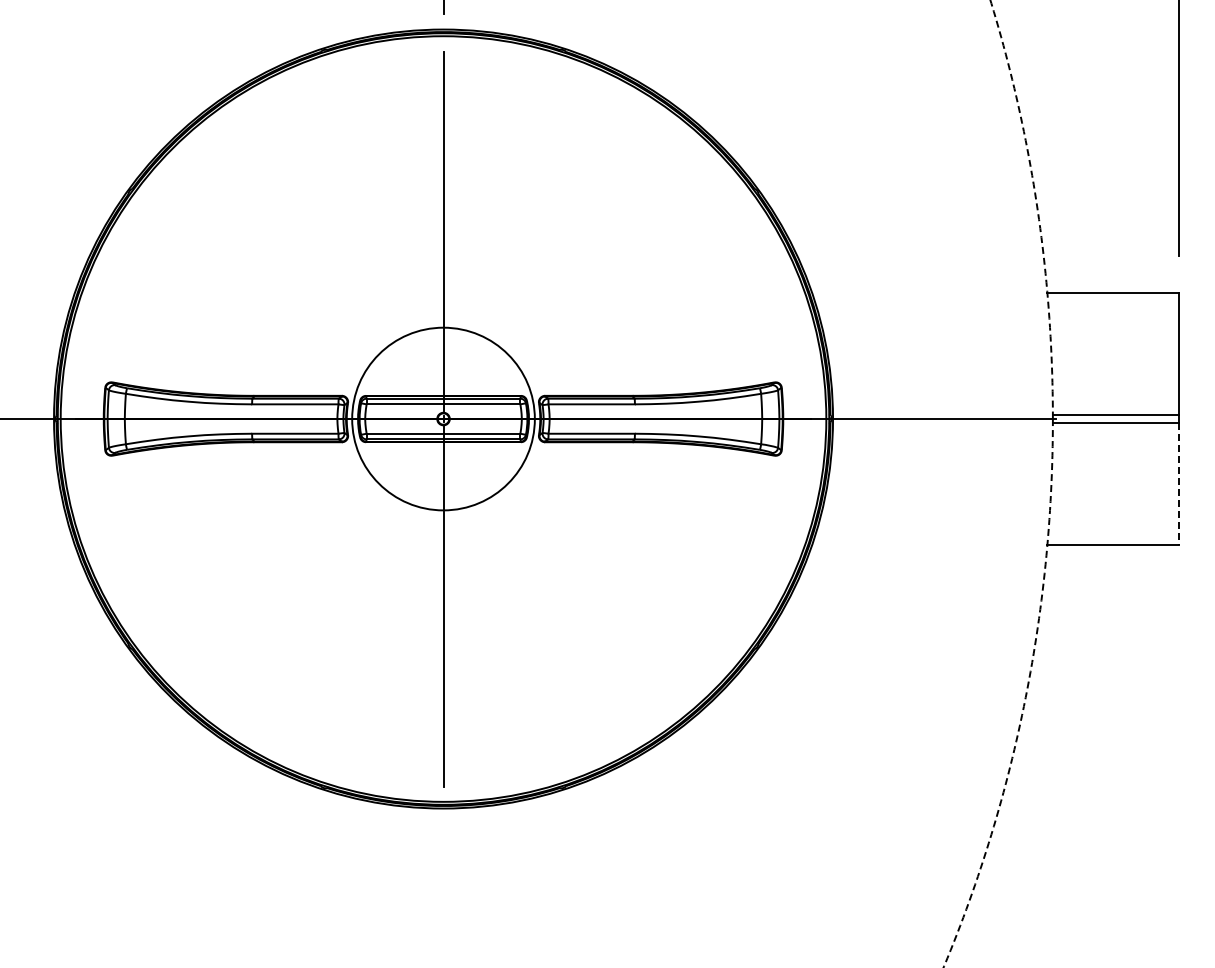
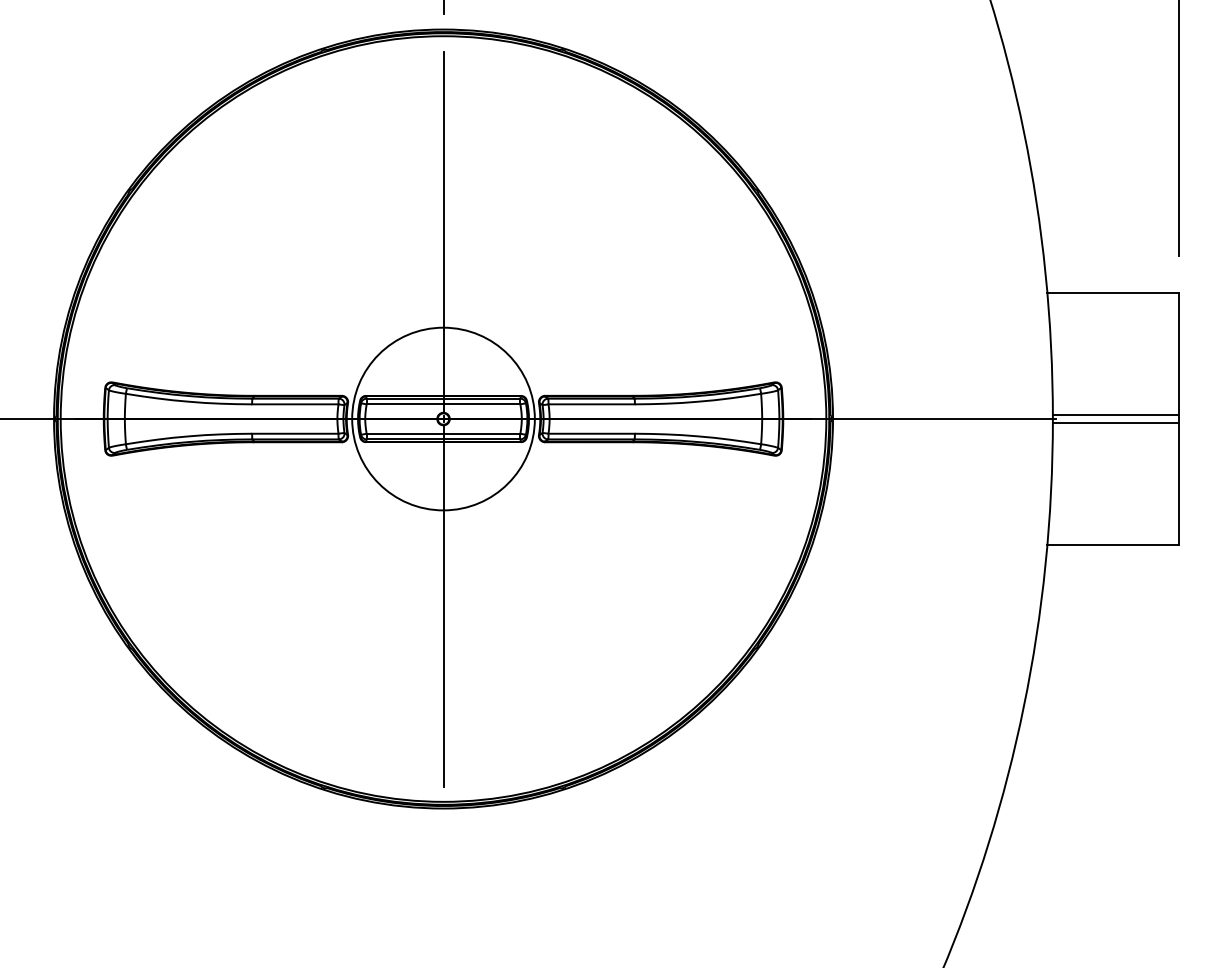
circle at (997, 483): dashed -> solid
line at (1178, 483): dashed -> solid
